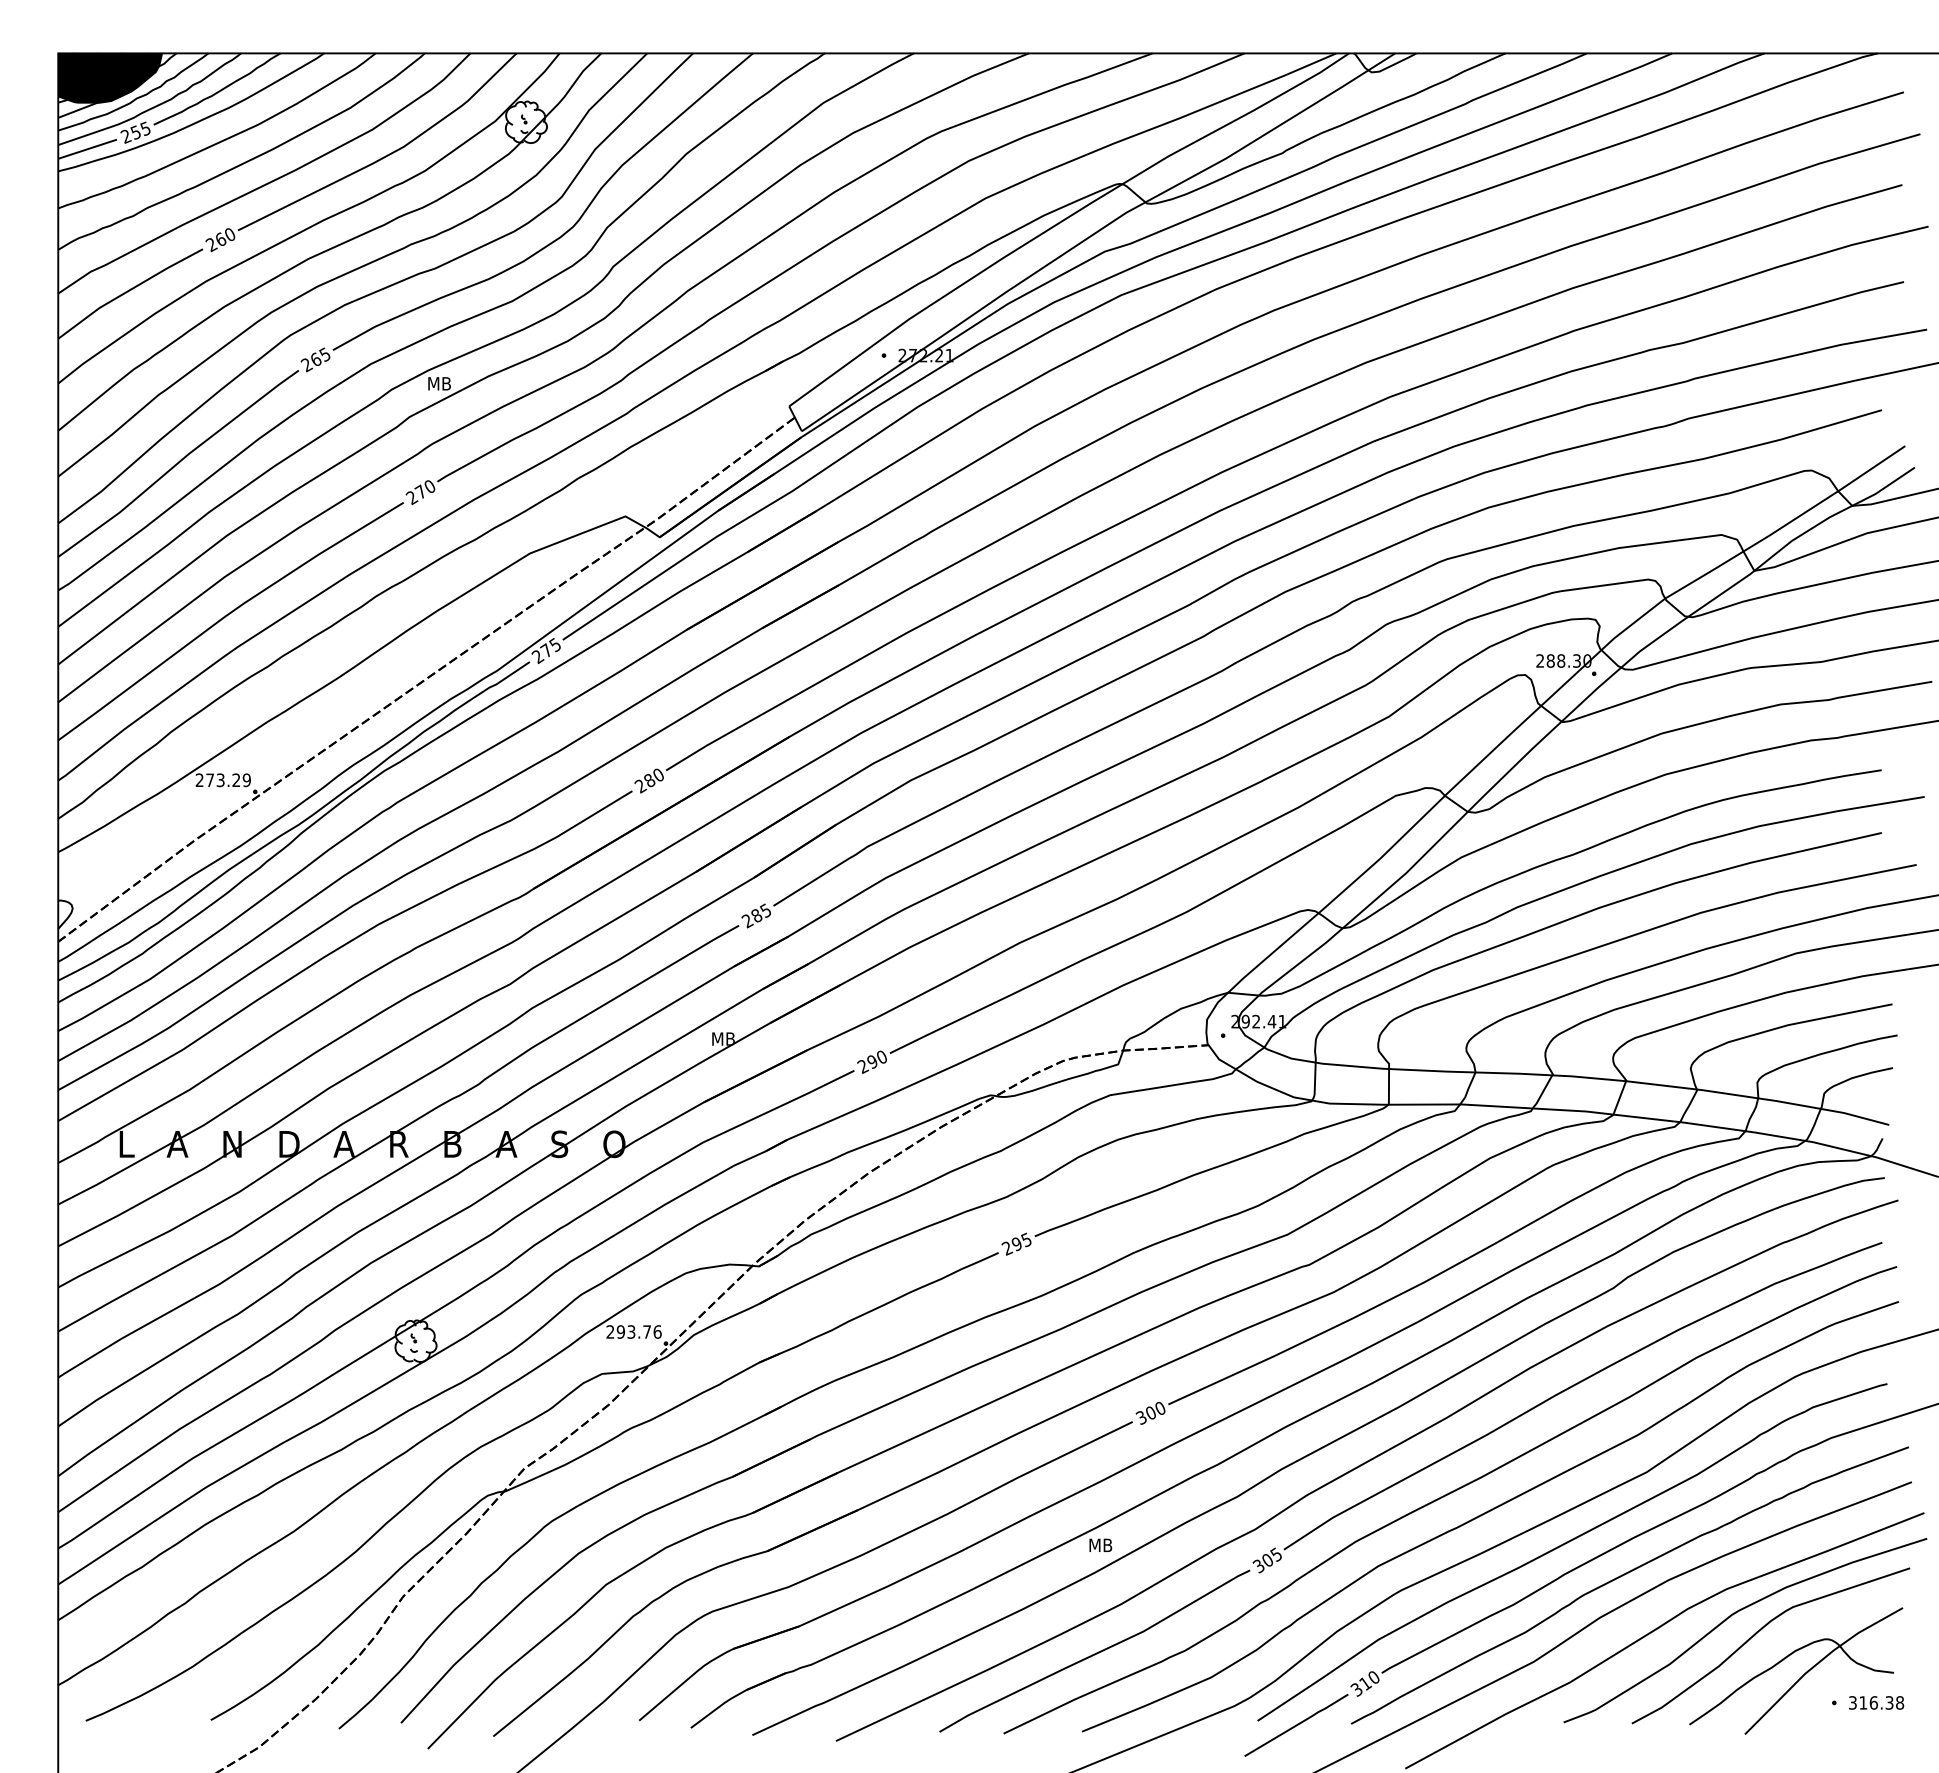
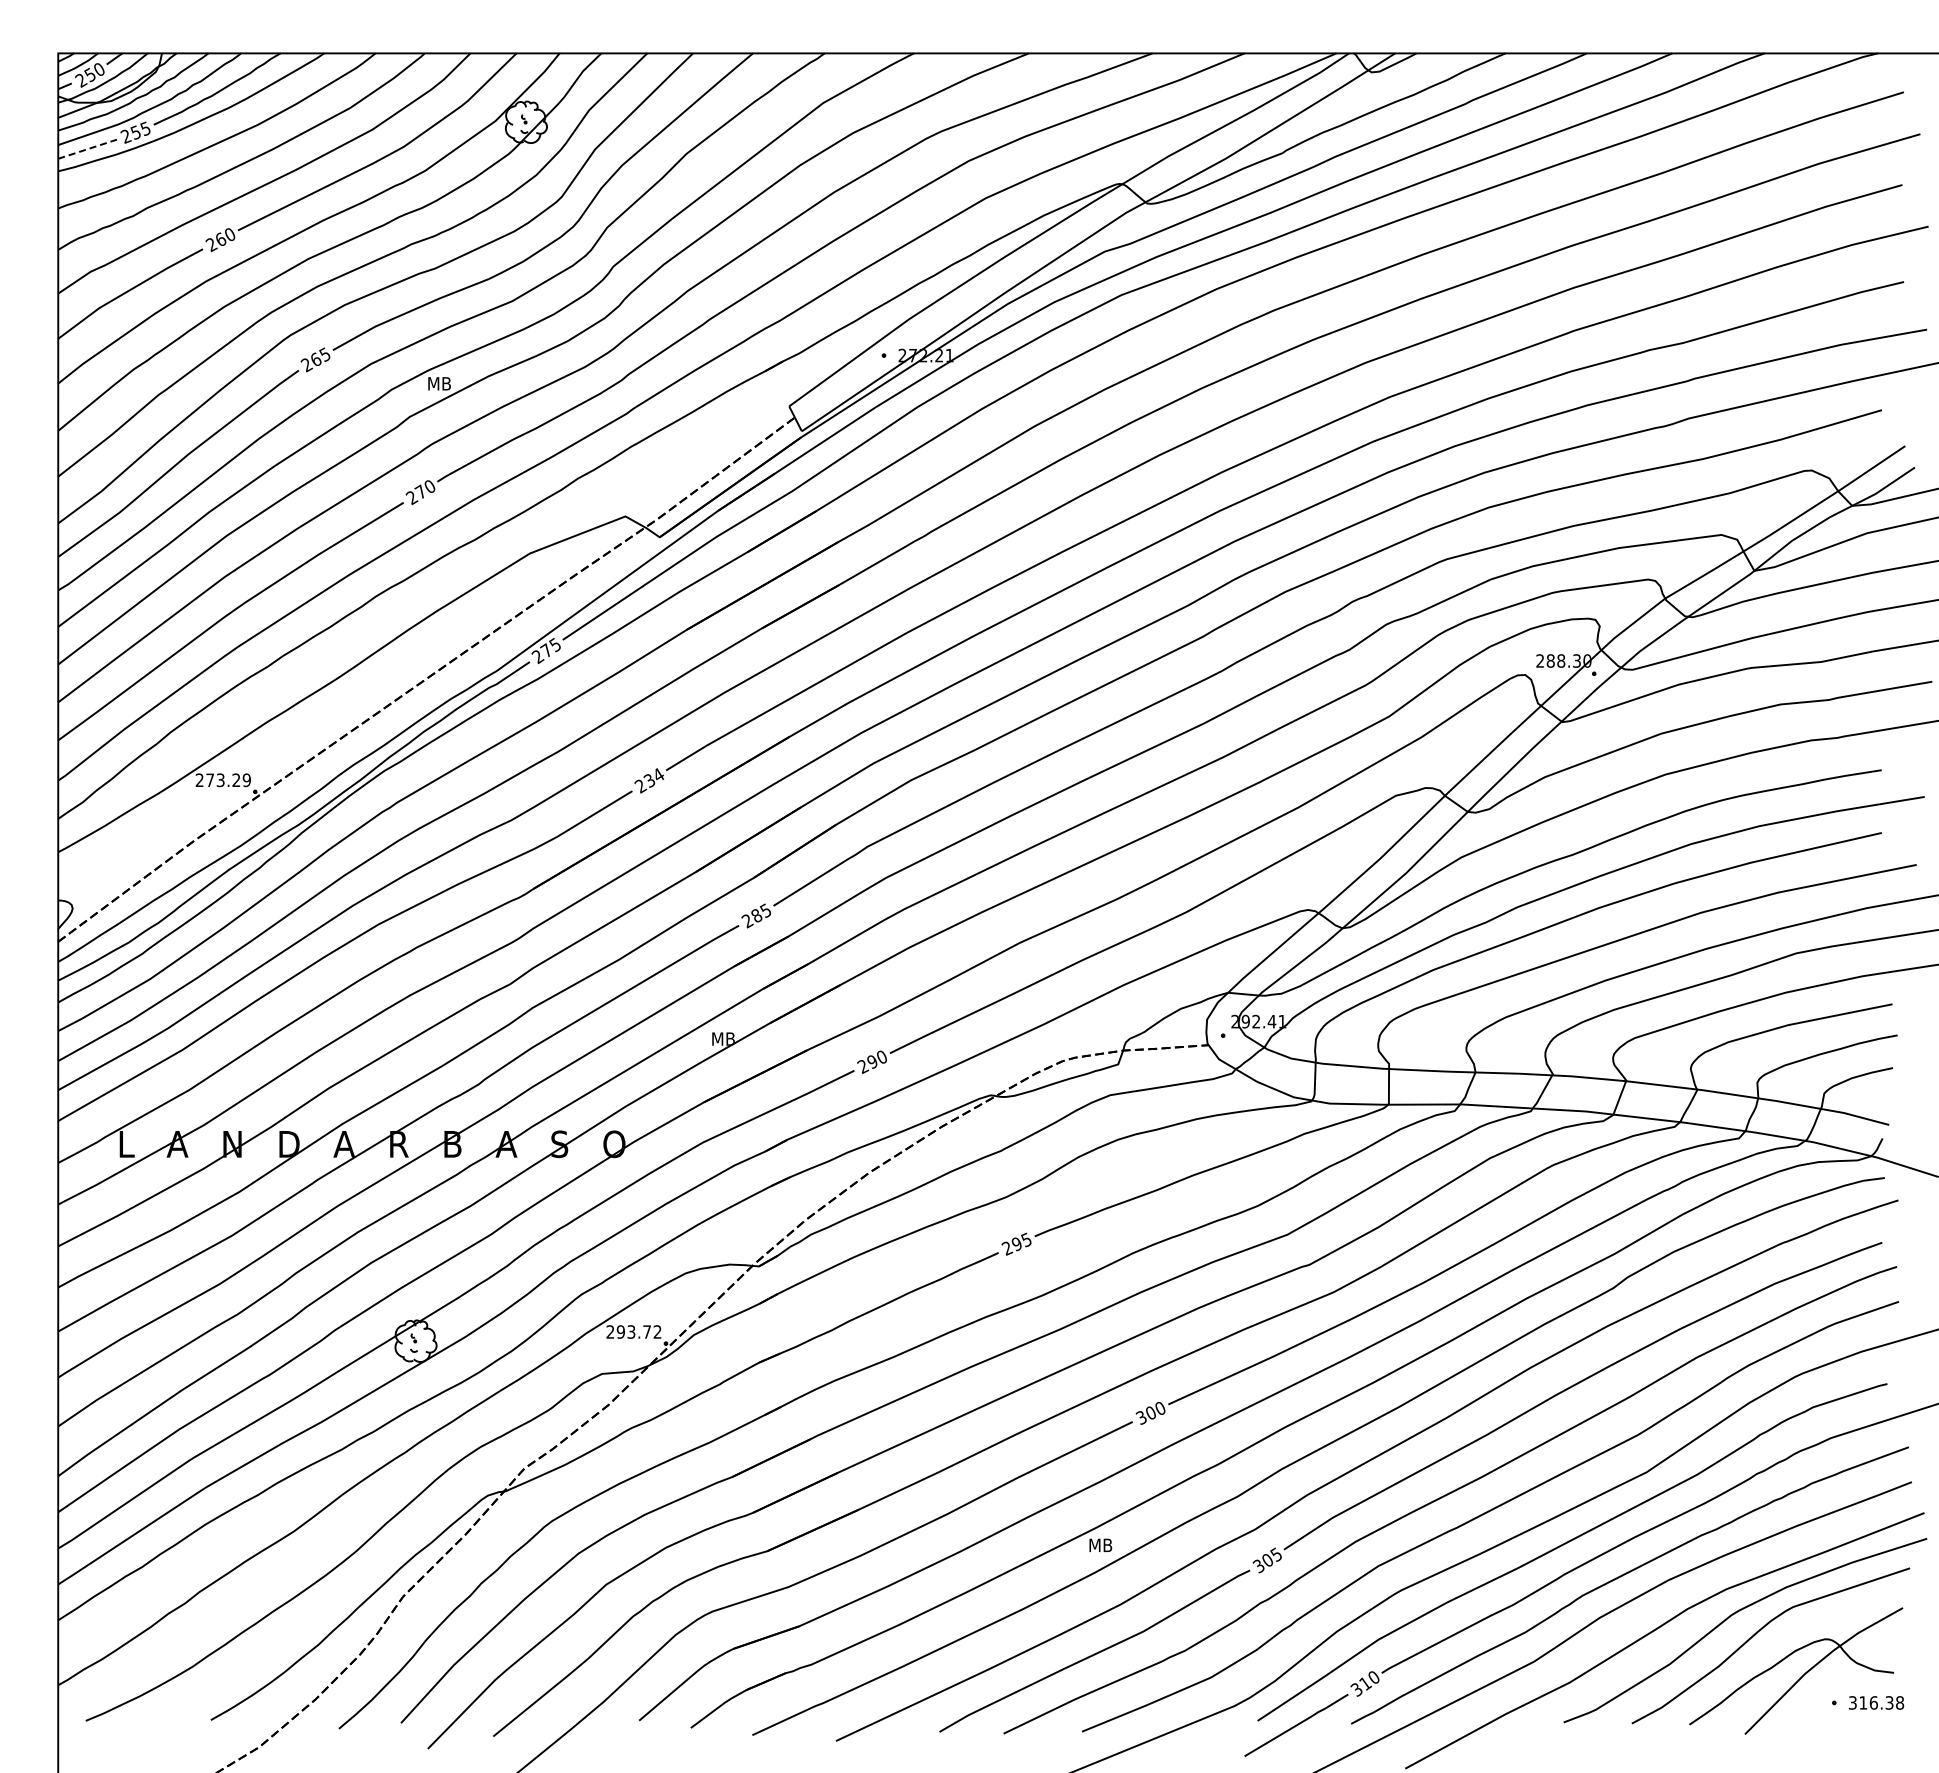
fill at (110, 77): present -> none
line at (88, 148): solid -> dashed
text at (653, 777): 280 -> 234
text at (657, 1331): 293.76 -> 293.72
